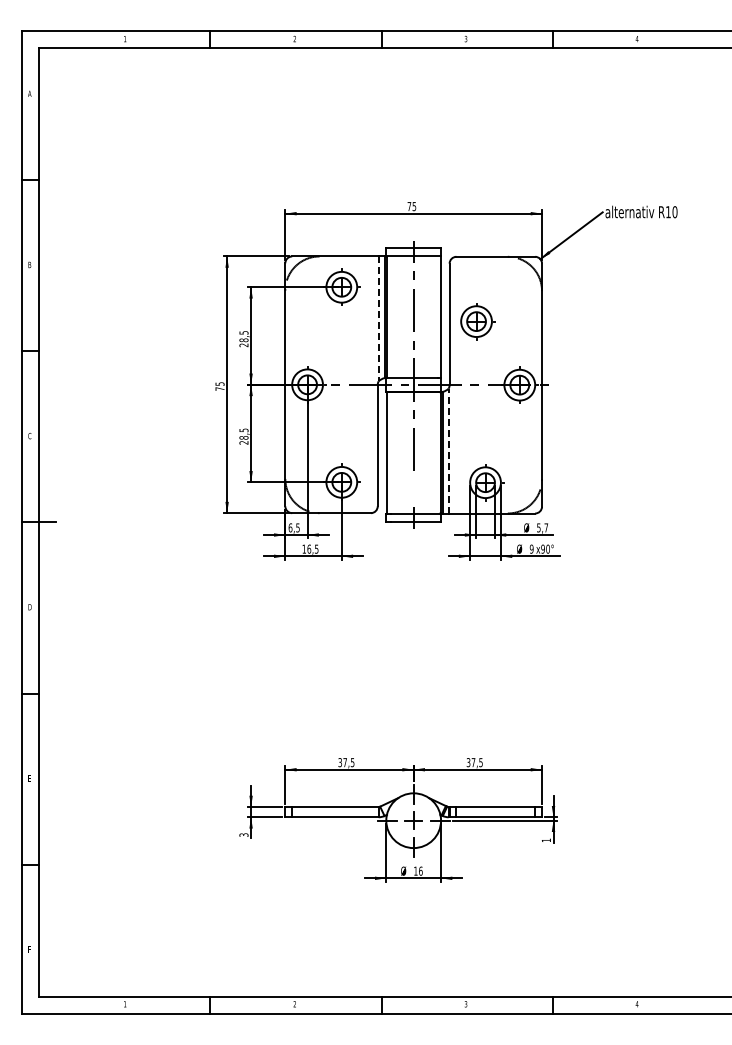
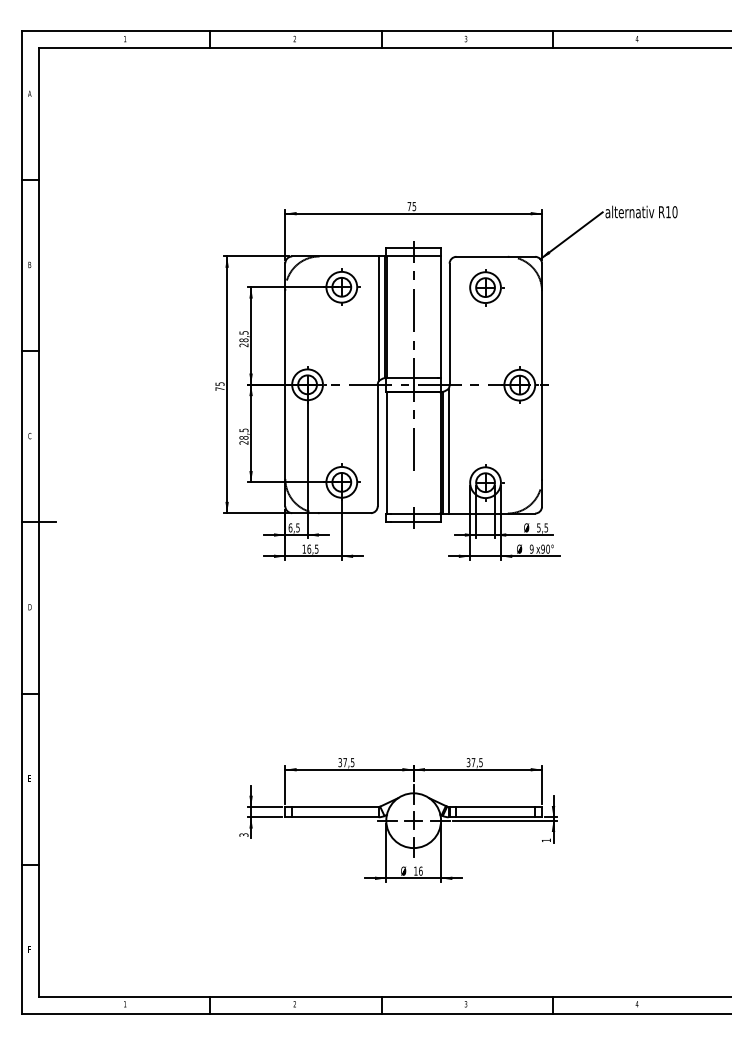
line at (378, 319): dashed -> solid
part at (477, 321) position: (477, 321) -> (486, 287)
line at (448, 450): dashed -> solid
text at (546, 527): 5,7 -> 5,5
